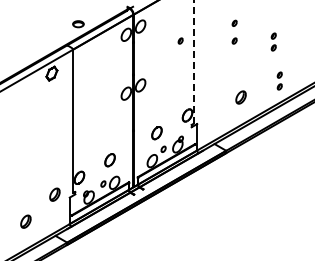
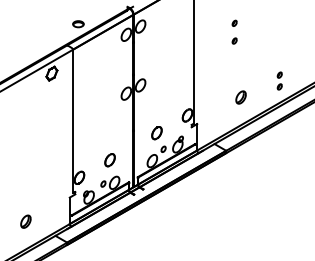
part at (180, 40): present -> none
part at (273, 41): present -> none
line at (193, 61): dashed -> solid
part at (54, 194): present -> none
